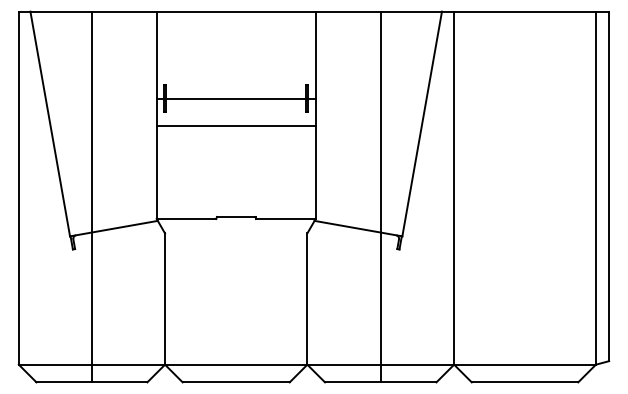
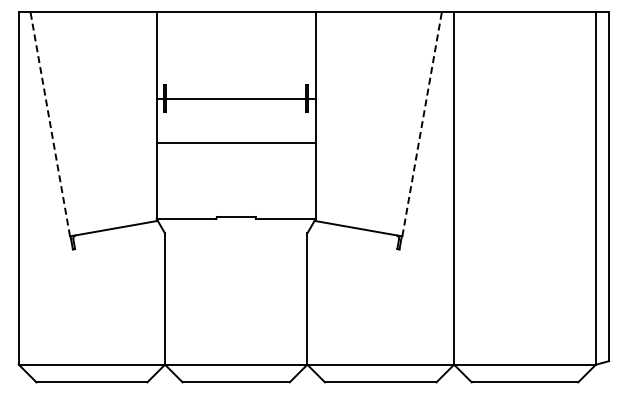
line at (50, 123): solid -> dashed
line at (422, 123): solid -> dashed
line at (235, 126) position: (235, 126) -> (235, 143)
line at (91, 196): present -> none
line at (380, 196): present -> none
